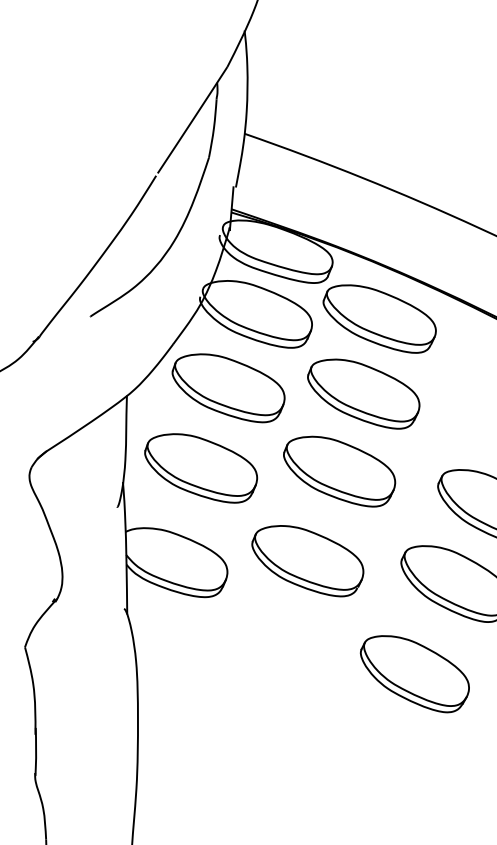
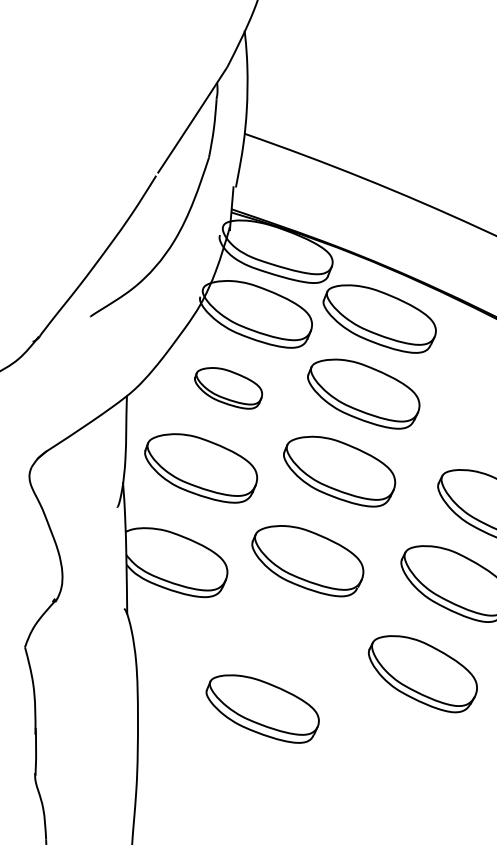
part at (228, 388) size: 115x71 px -> 70x43 px
part at (414, 674) position: (414, 674) -> (422, 674)
part at (262, 708): none -> present
